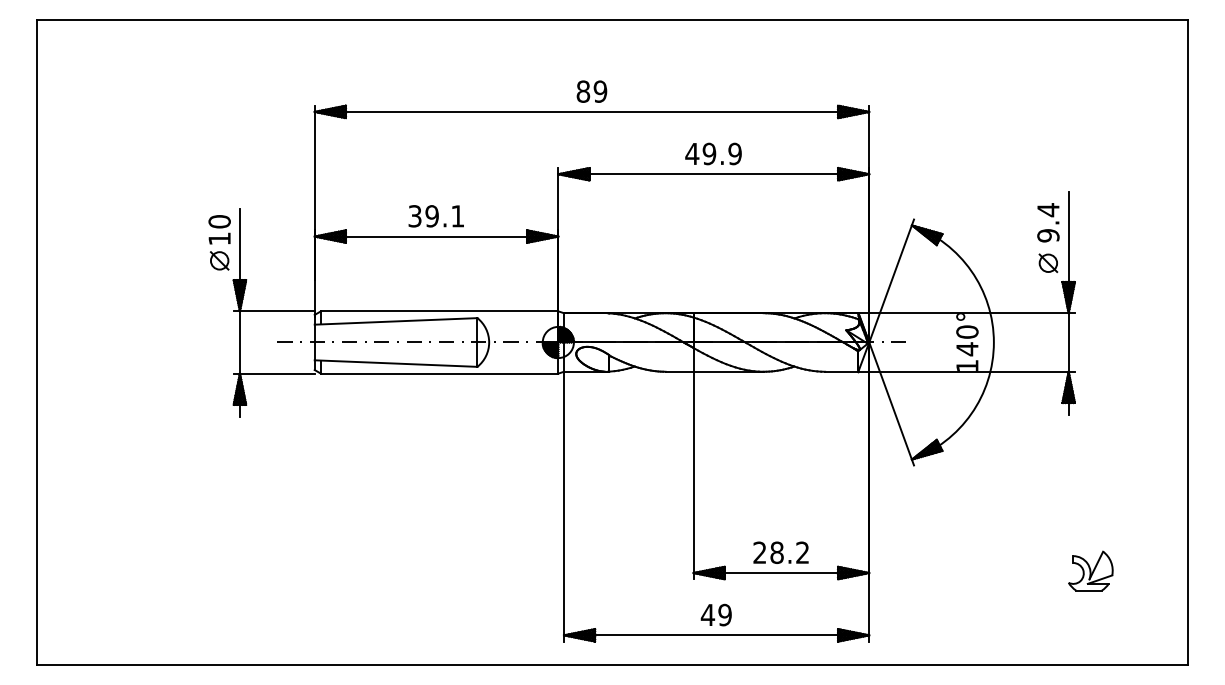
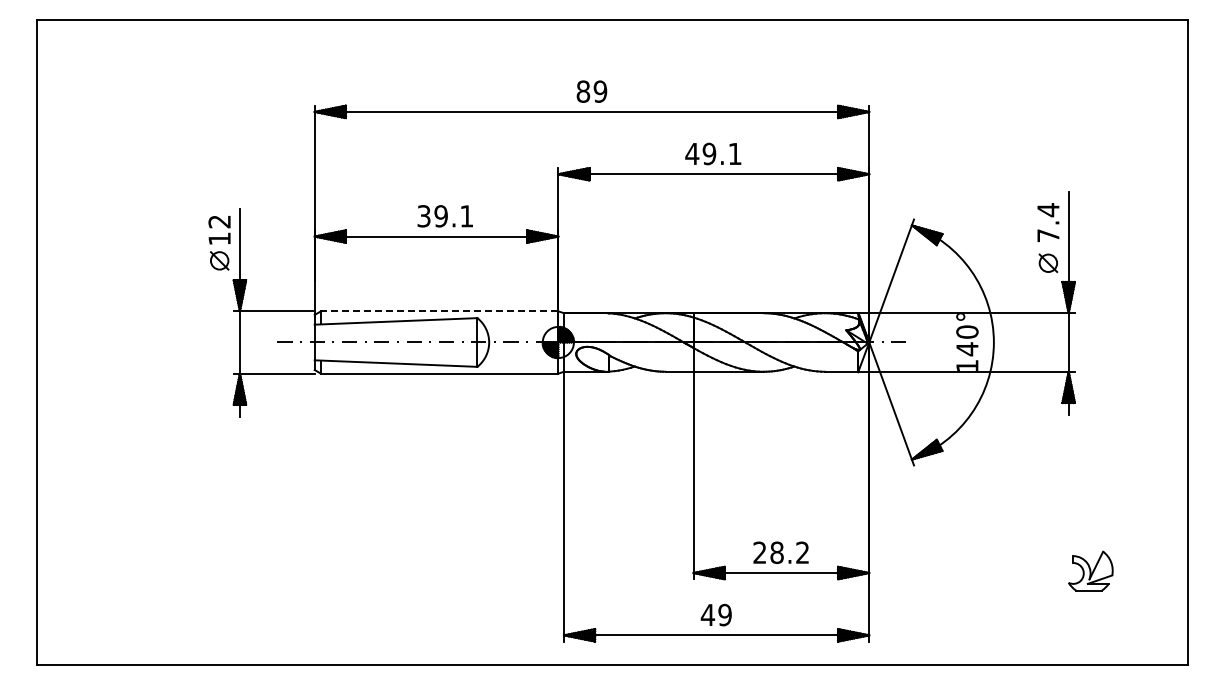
text at (734, 153): 49.9 -> 49.1
text at (435, 216) position: (435, 216) -> (444, 216)
text at (219, 221): 10 -> 12
text at (1048, 235): 9.4 -> 7.4
line at (439, 311): solid -> dashed
